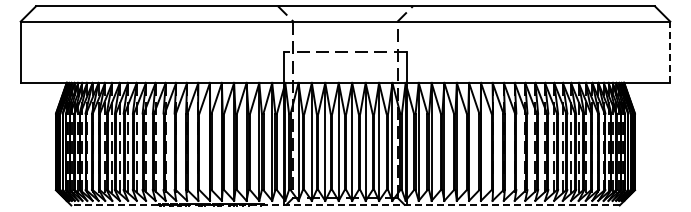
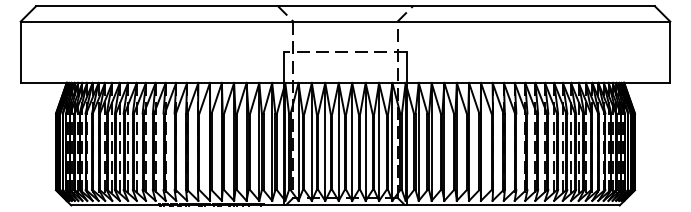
line at (670, 52): dashed -> solid
line at (345, 205): dashed -> solid
